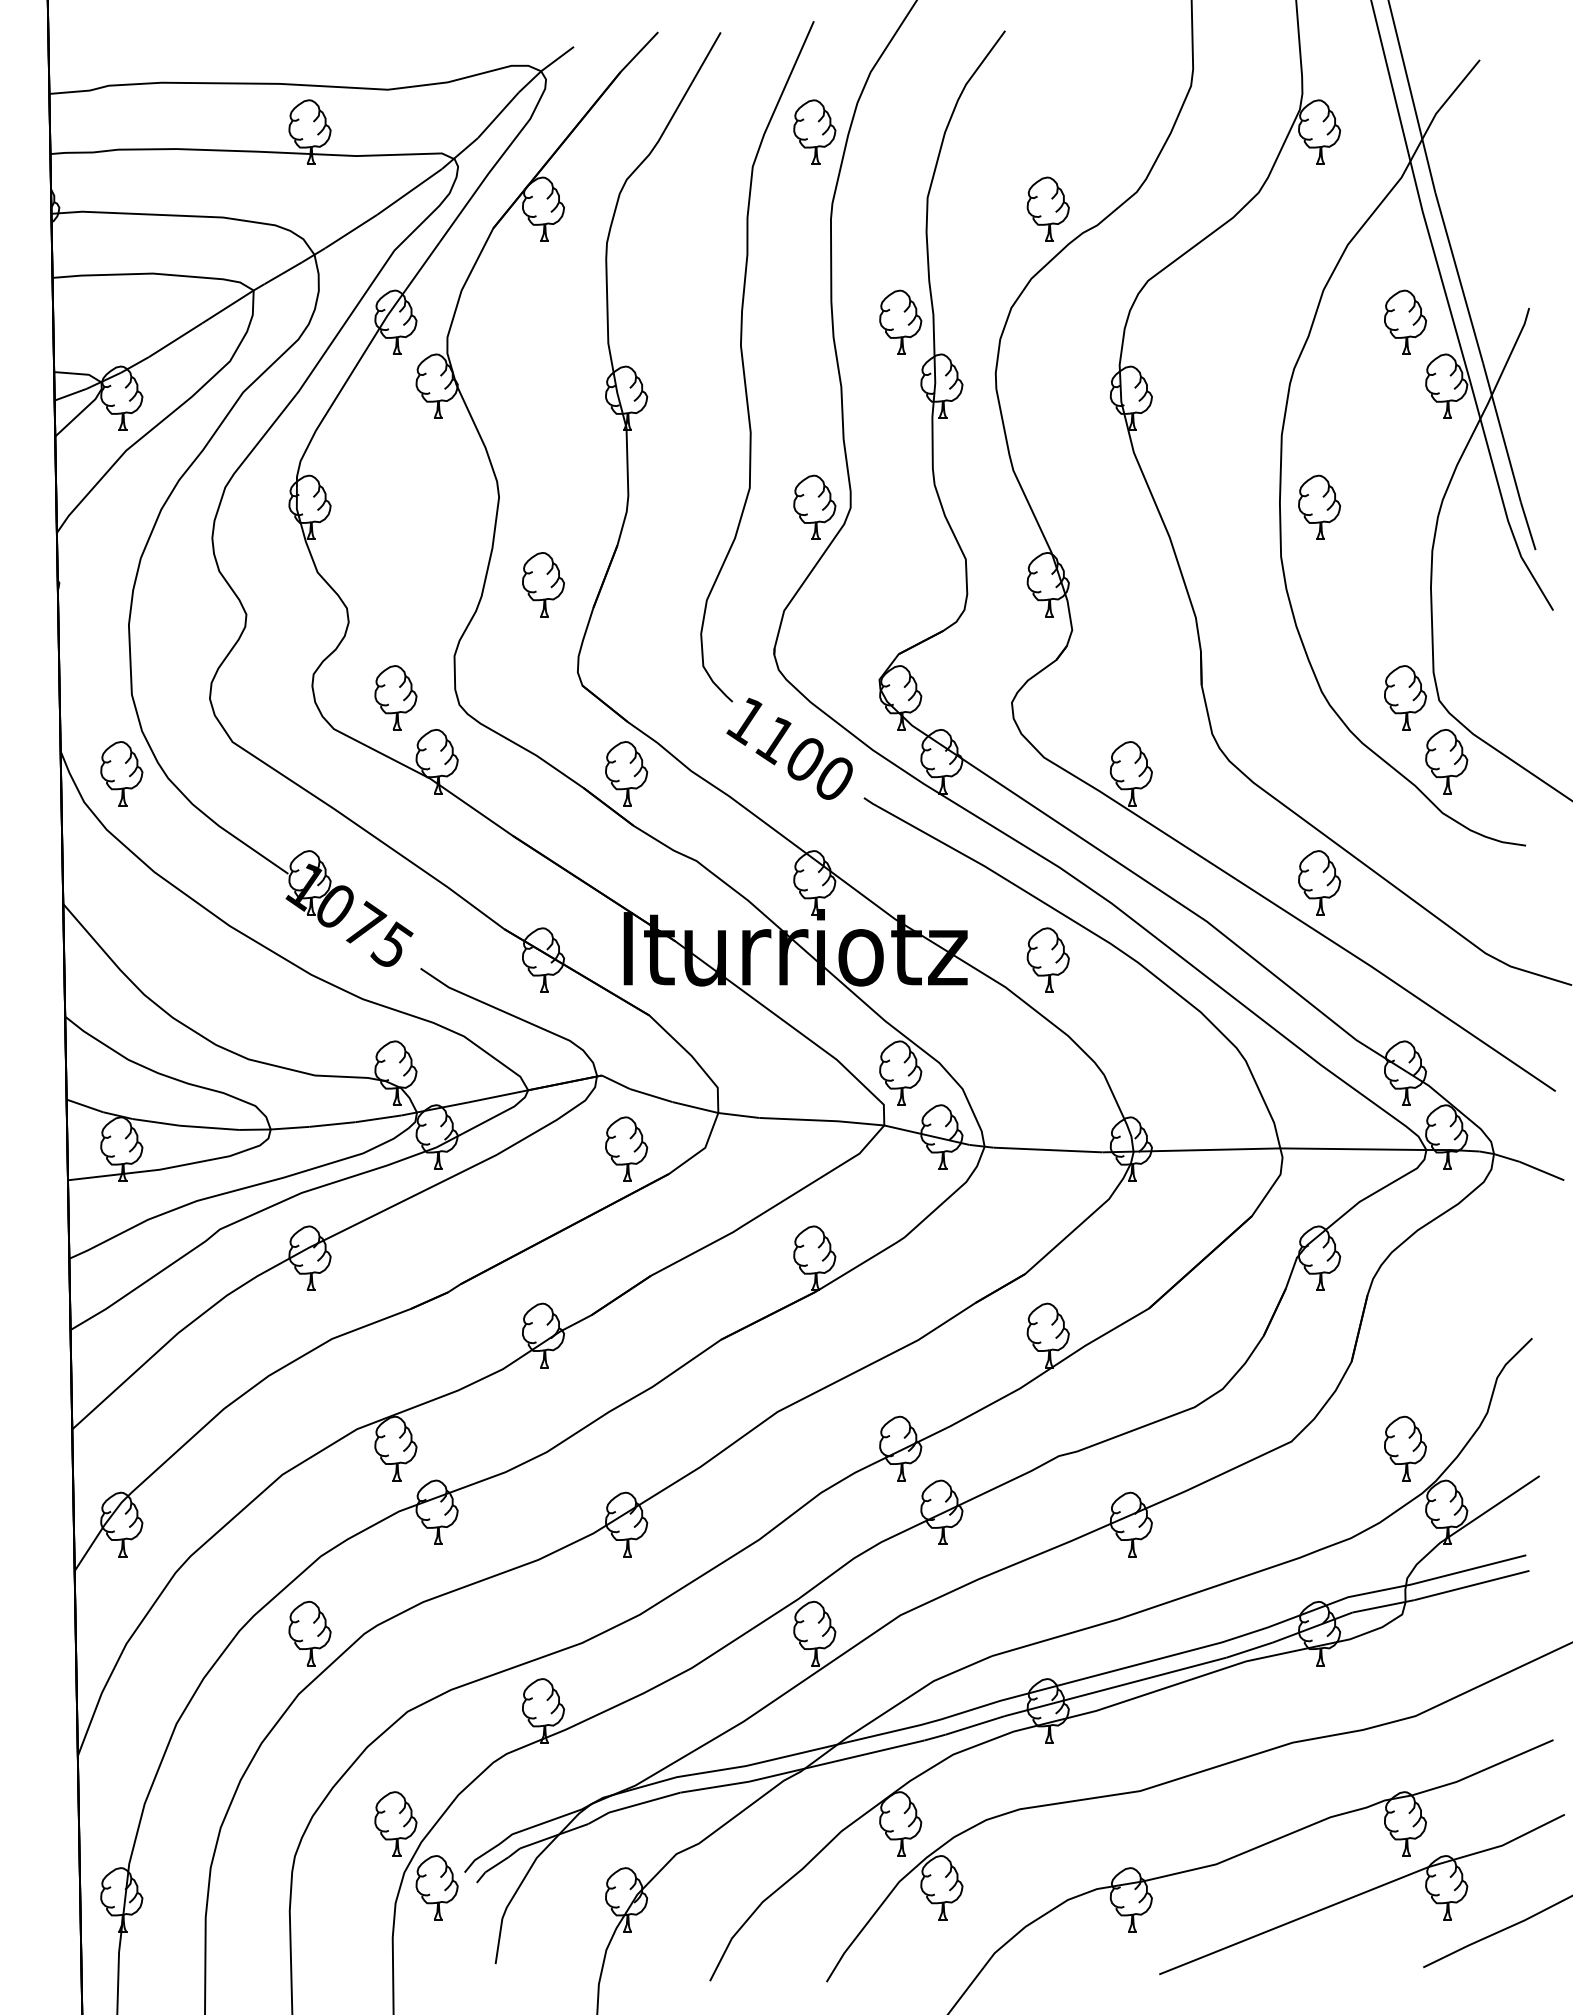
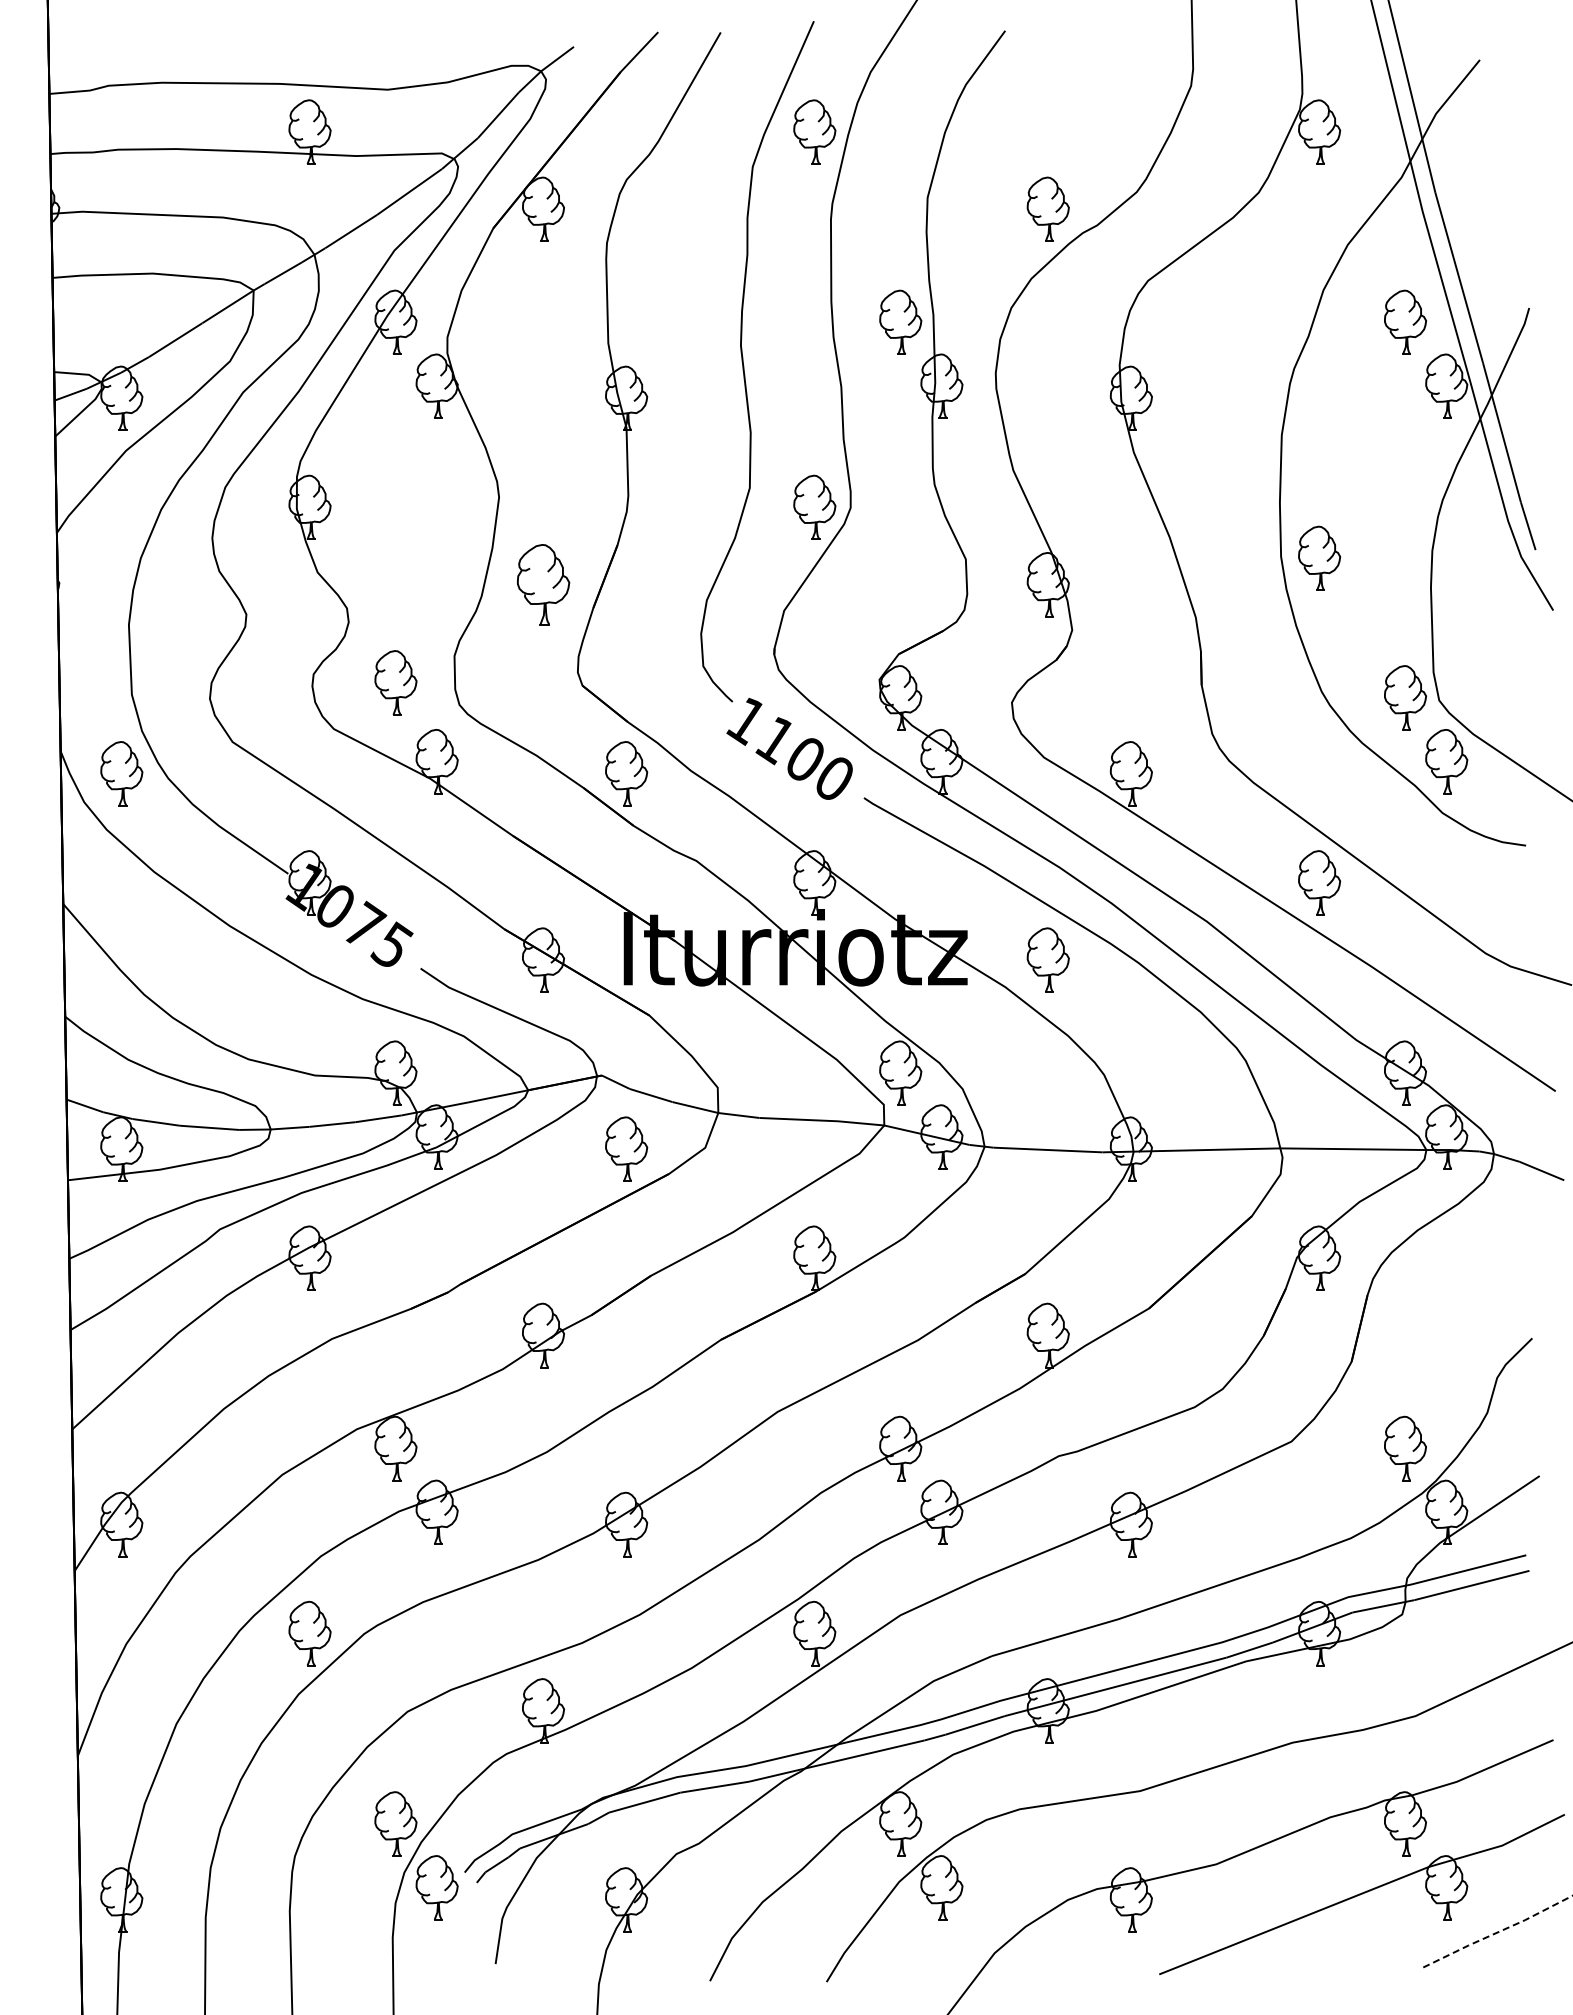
part at (1319, 506) position: (1319, 506) -> (1319, 557)
part at (543, 584) size: 43x66 px -> 54x82 px
part at (395, 697) position: (395, 697) -> (395, 682)
line at (1497, 1932): solid -> dashed
